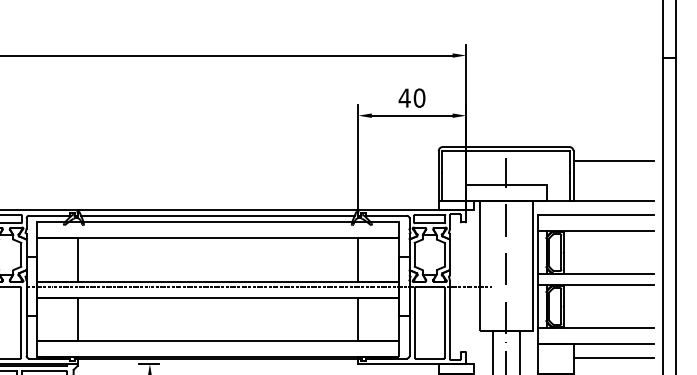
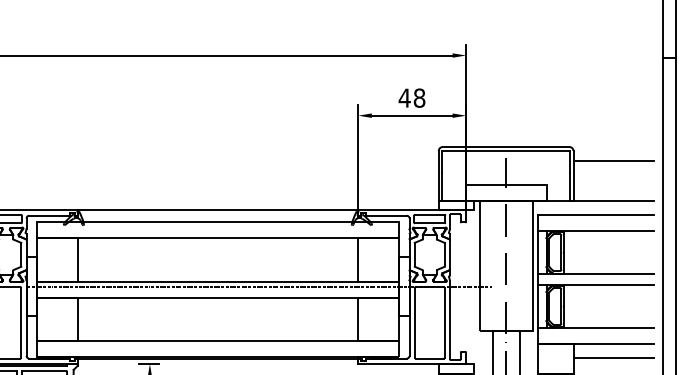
text at (419, 97): 40 -> 48
line at (217, 215): present -> none
